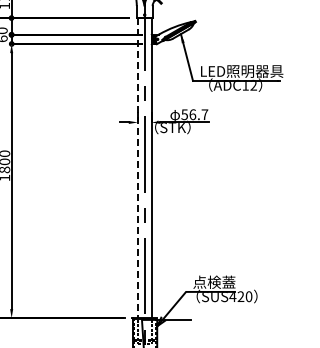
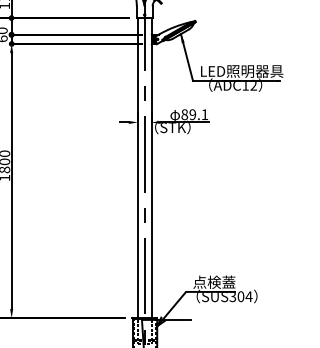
text at (194, 114): 56.7 -> 89.1
line at (137, 168): dashed -> solid
text at (240, 296): SUS420 -> SUS304
